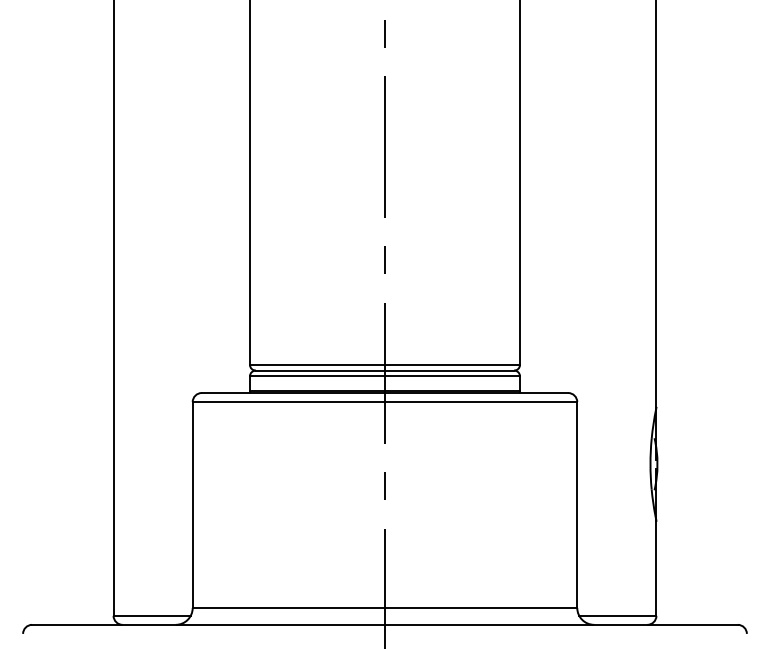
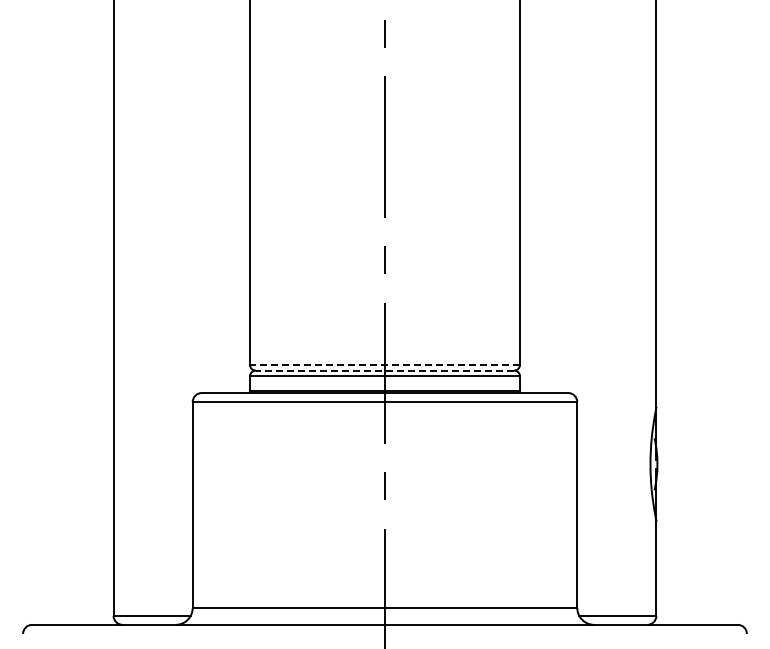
line at (384, 364): solid -> dashed
line at (384, 370): solid -> dashed
